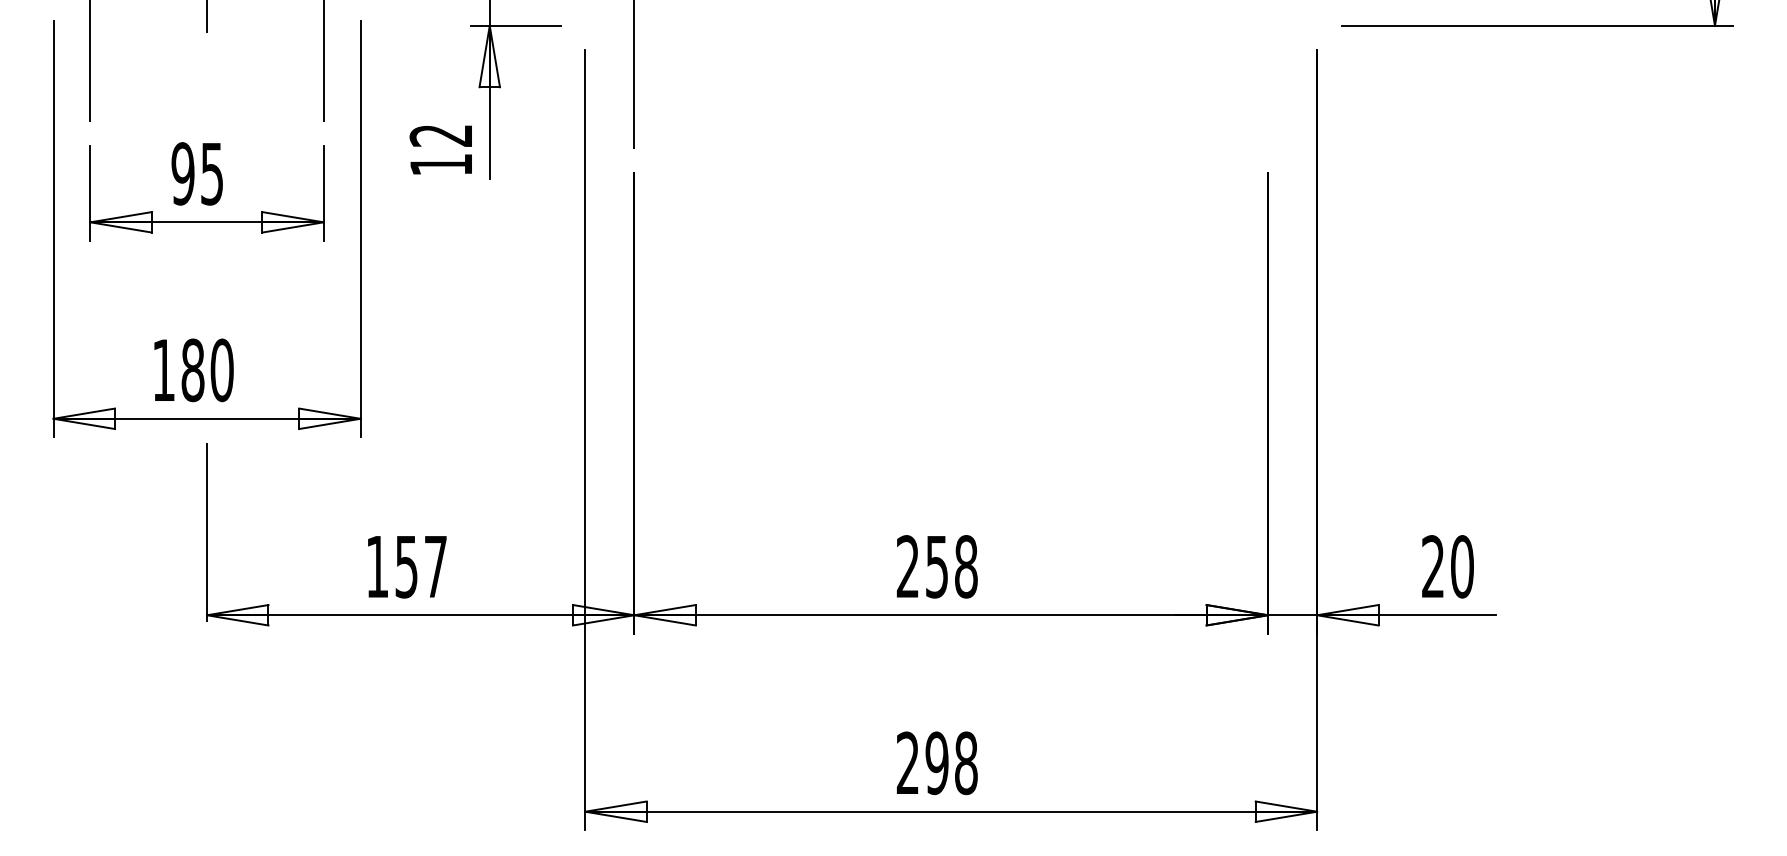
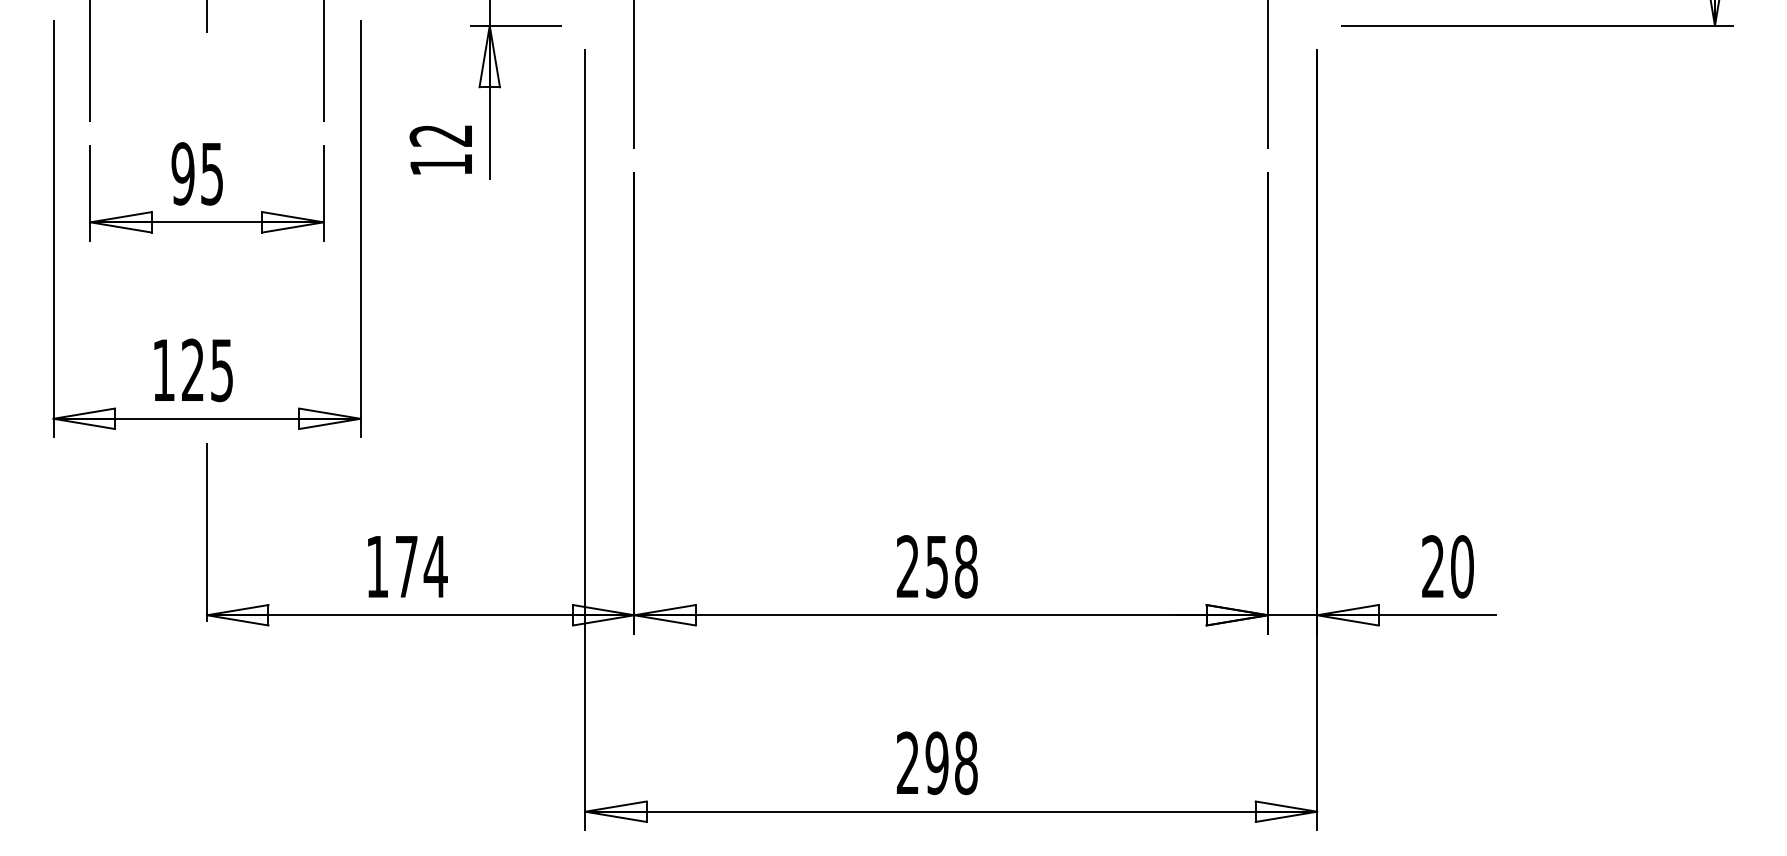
line at (1268, 75): none -> present
text at (207, 370): 180 -> 125
text at (421, 567): 157 -> 174
